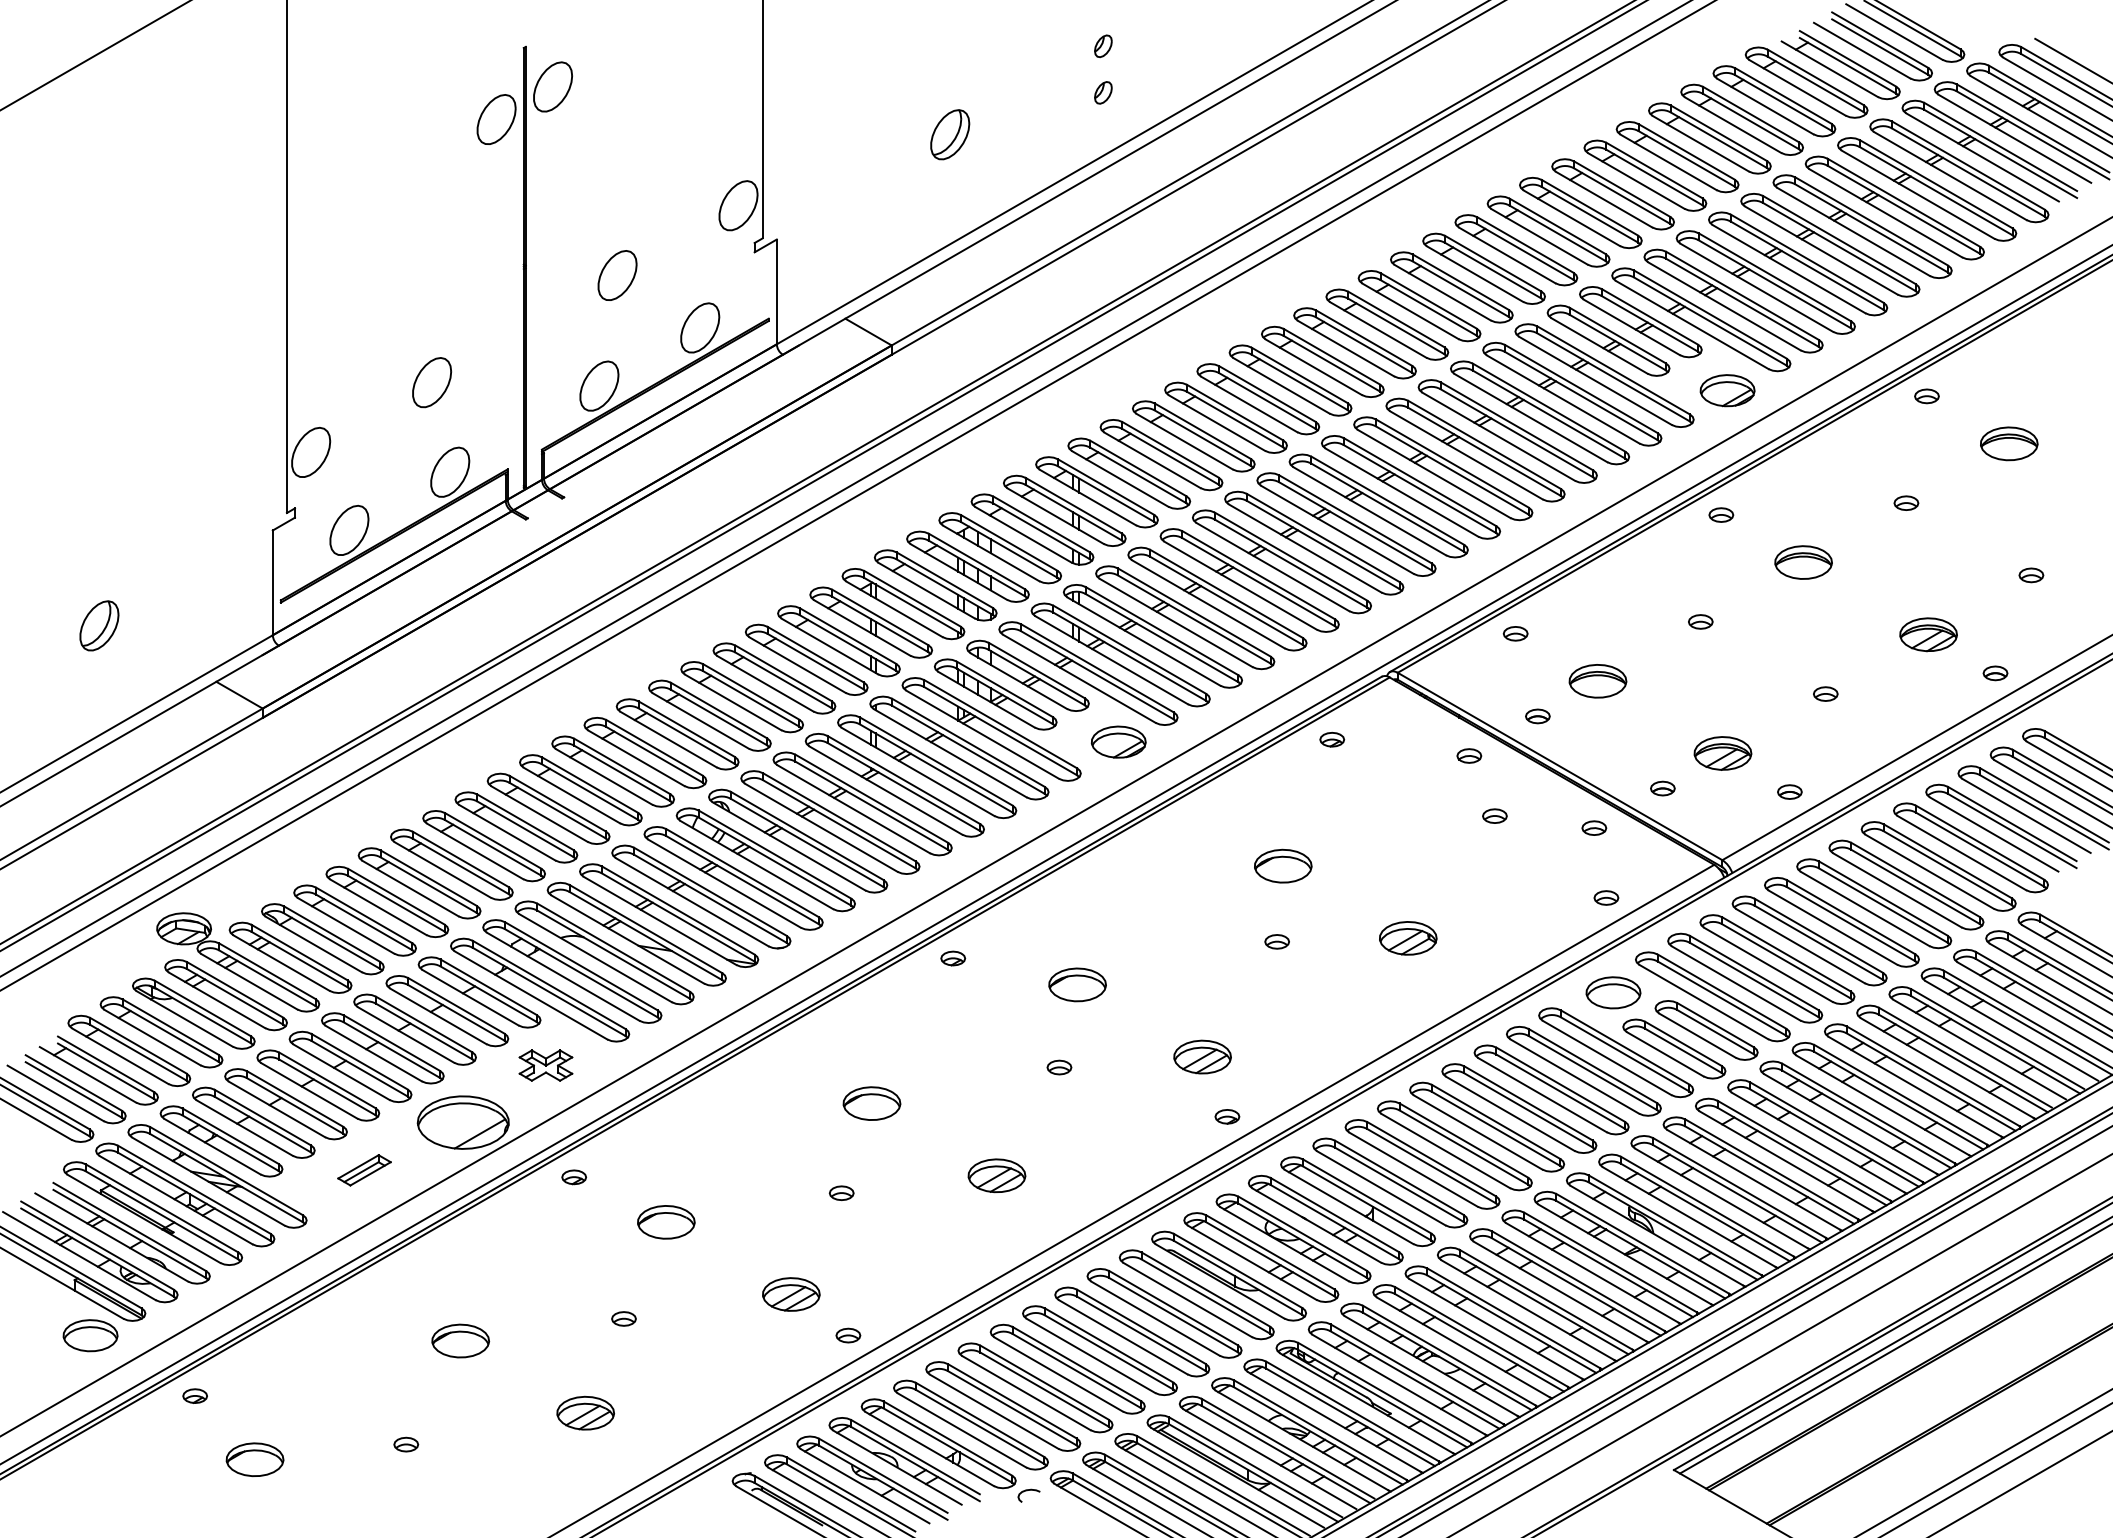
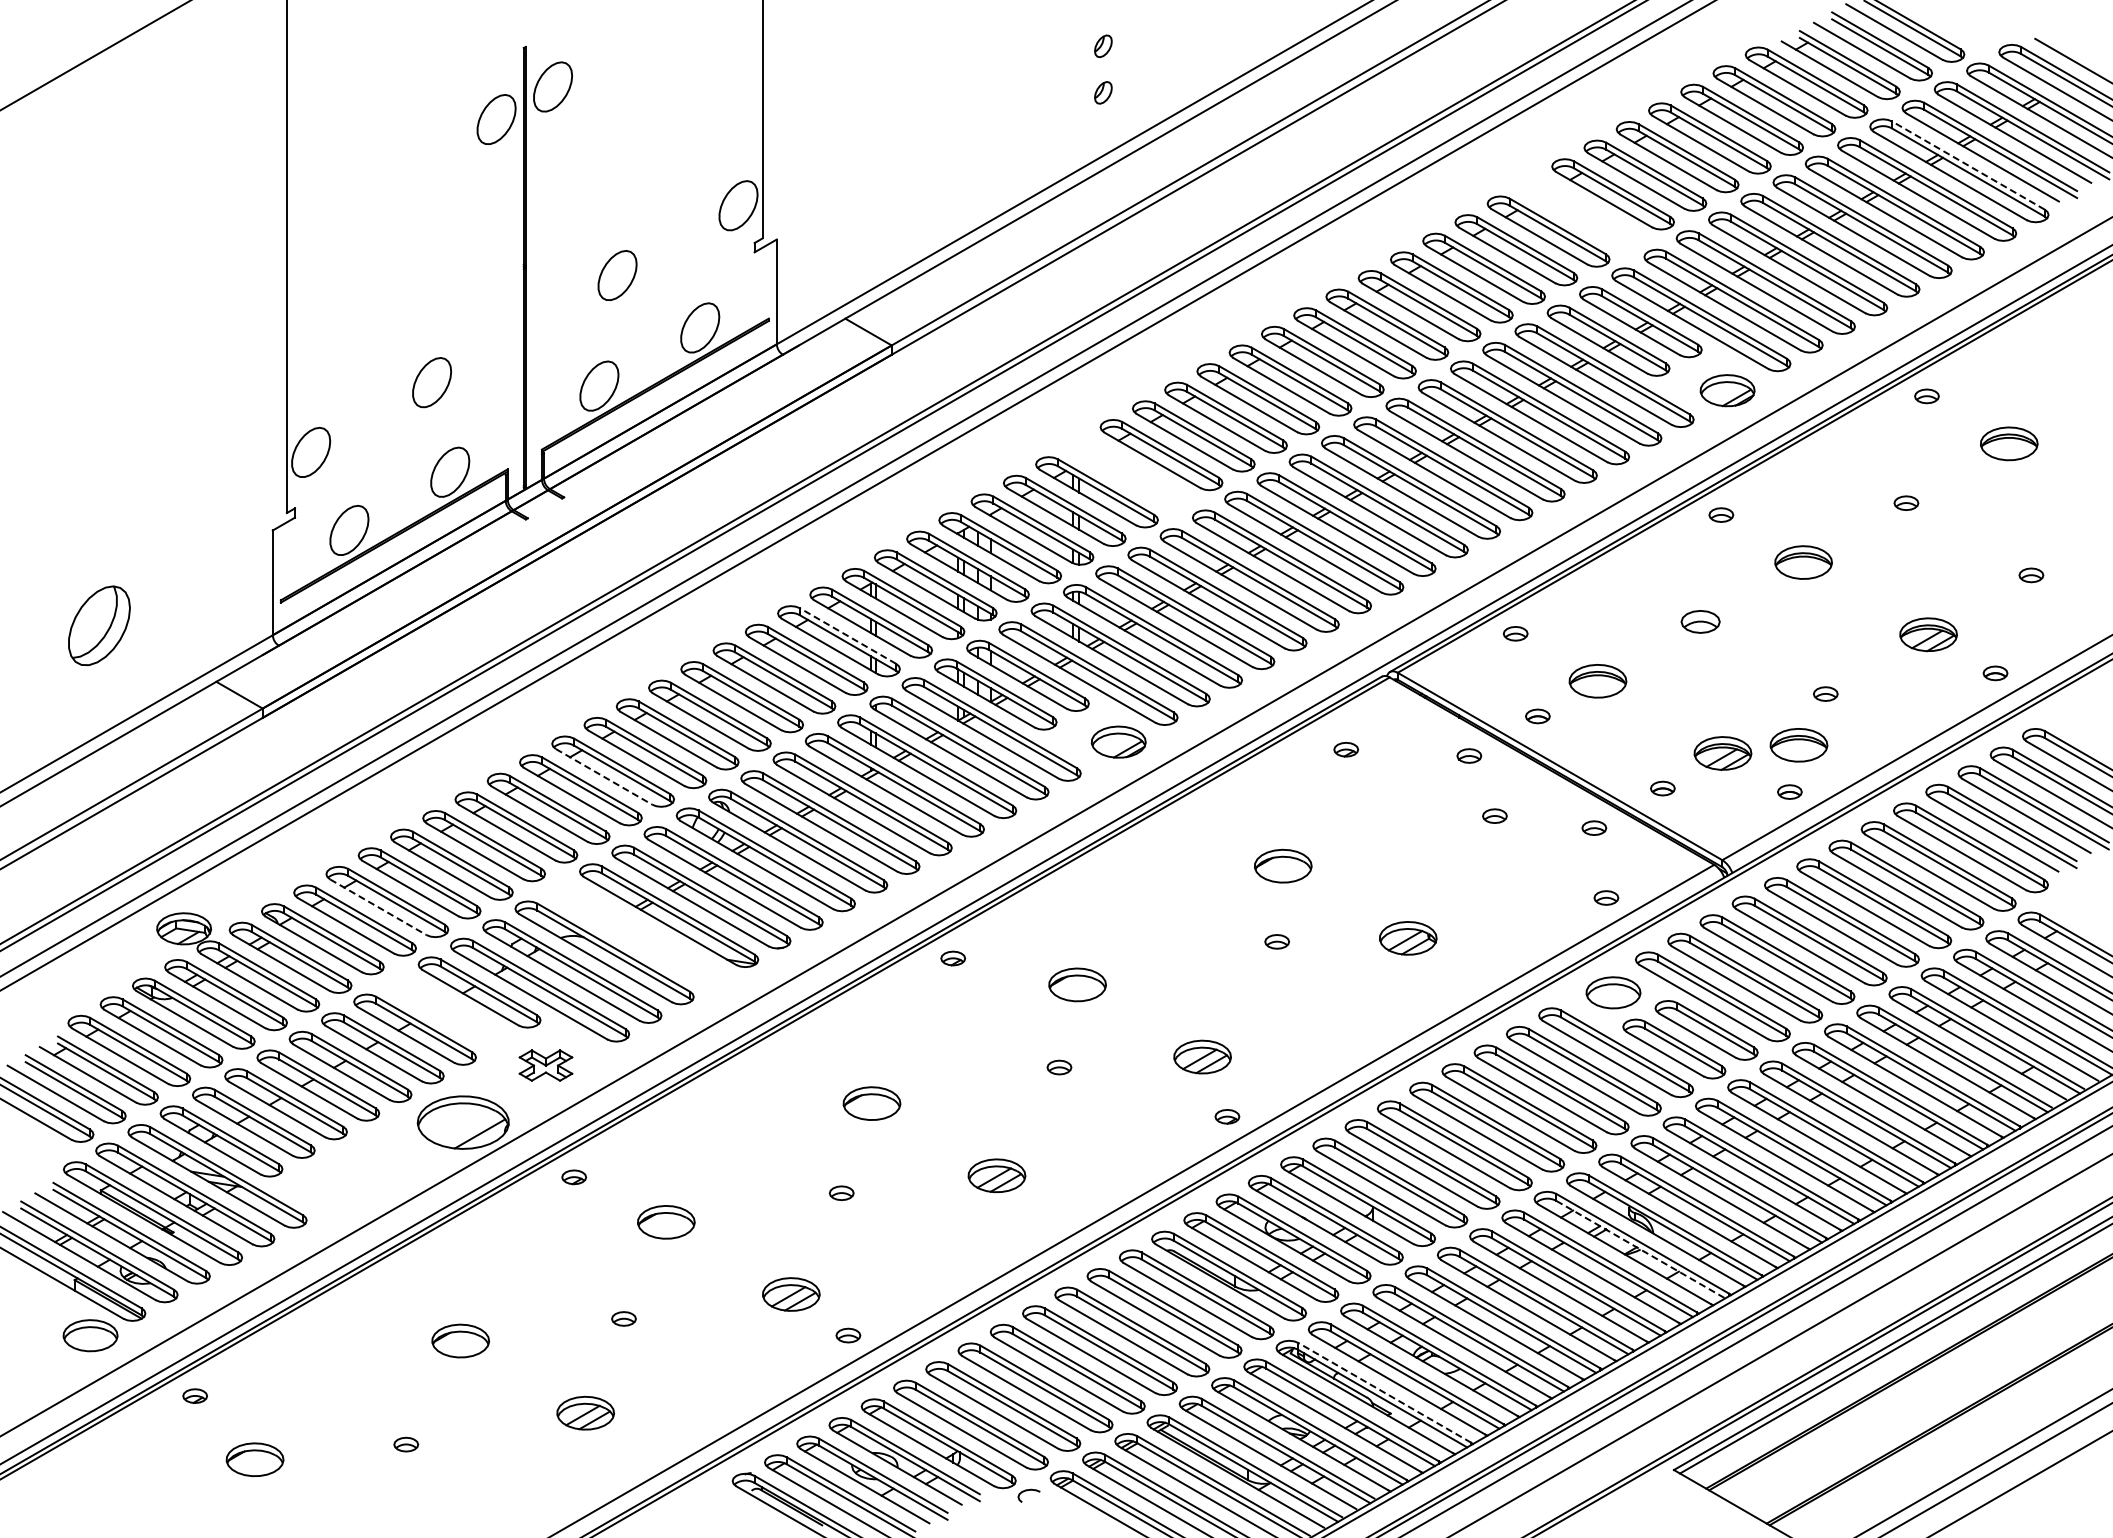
part at (950, 134): present -> none
line at (1968, 165): solid -> dashed
part at (1580, 212): present -> none
part at (1129, 473): present -> none
part at (1700, 621) size: 26x16 px -> 41x24 px
part at (99, 625) size: 41x52 px -> 63x81 px
line at (848, 636): solid -> dashed
part at (1332, 739) position: (1332, 739) -> (1346, 749)
part at (1798, 745): none -> present
line at (604, 776): solid -> dashed
line at (378, 907): solid -> dashed
part at (636, 933): present -> none
part at (447, 1011): present -> none
part at (364, 1170): present -> none
line at (1641, 1249): solid -> dashed
line at (1384, 1392): solid -> dashed
